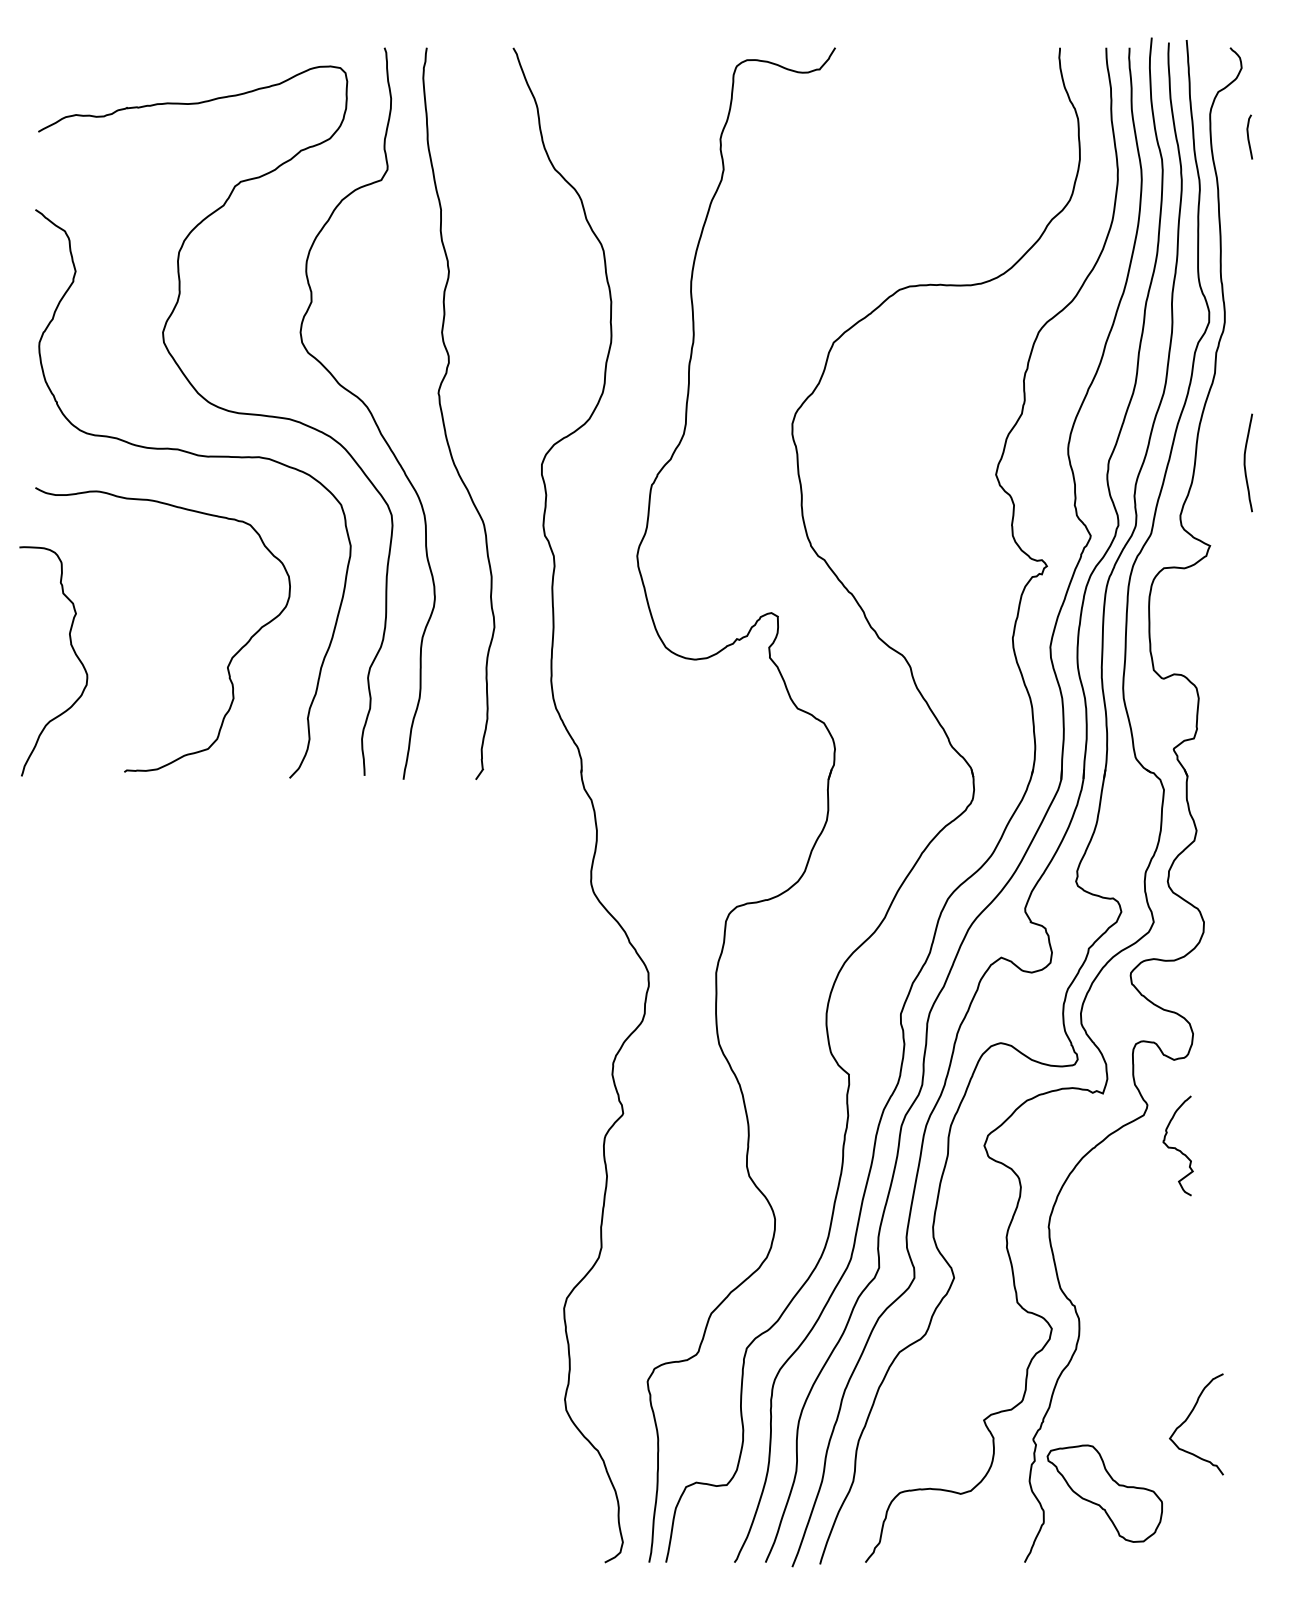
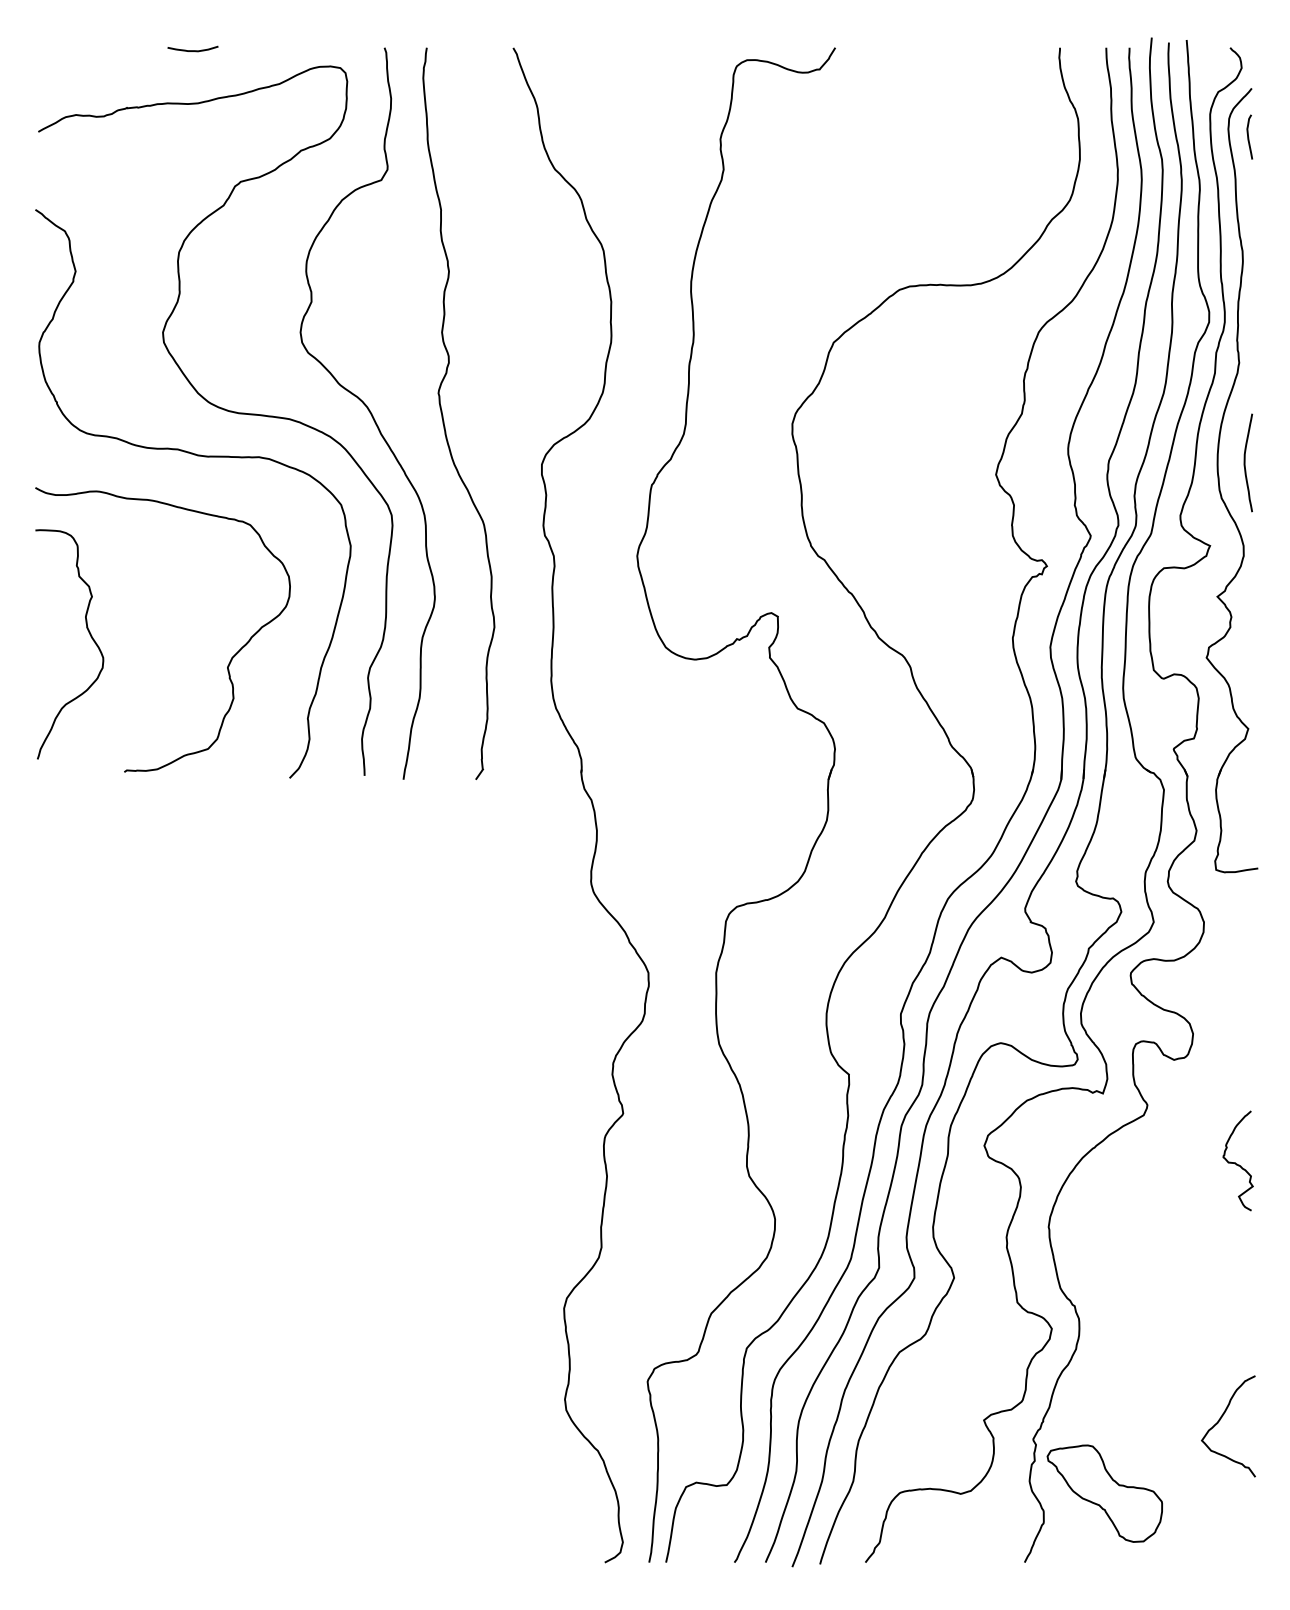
curve at (192, 50): none -> present
part at (1219, 480): none -> present
curve at (73, 651) position: (73, 651) -> (89, 634)
curve at (1175, 1147) position: (1175, 1147) -> (1235, 1162)
curve at (1188, 1418) position: (1188, 1418) -> (1220, 1420)
